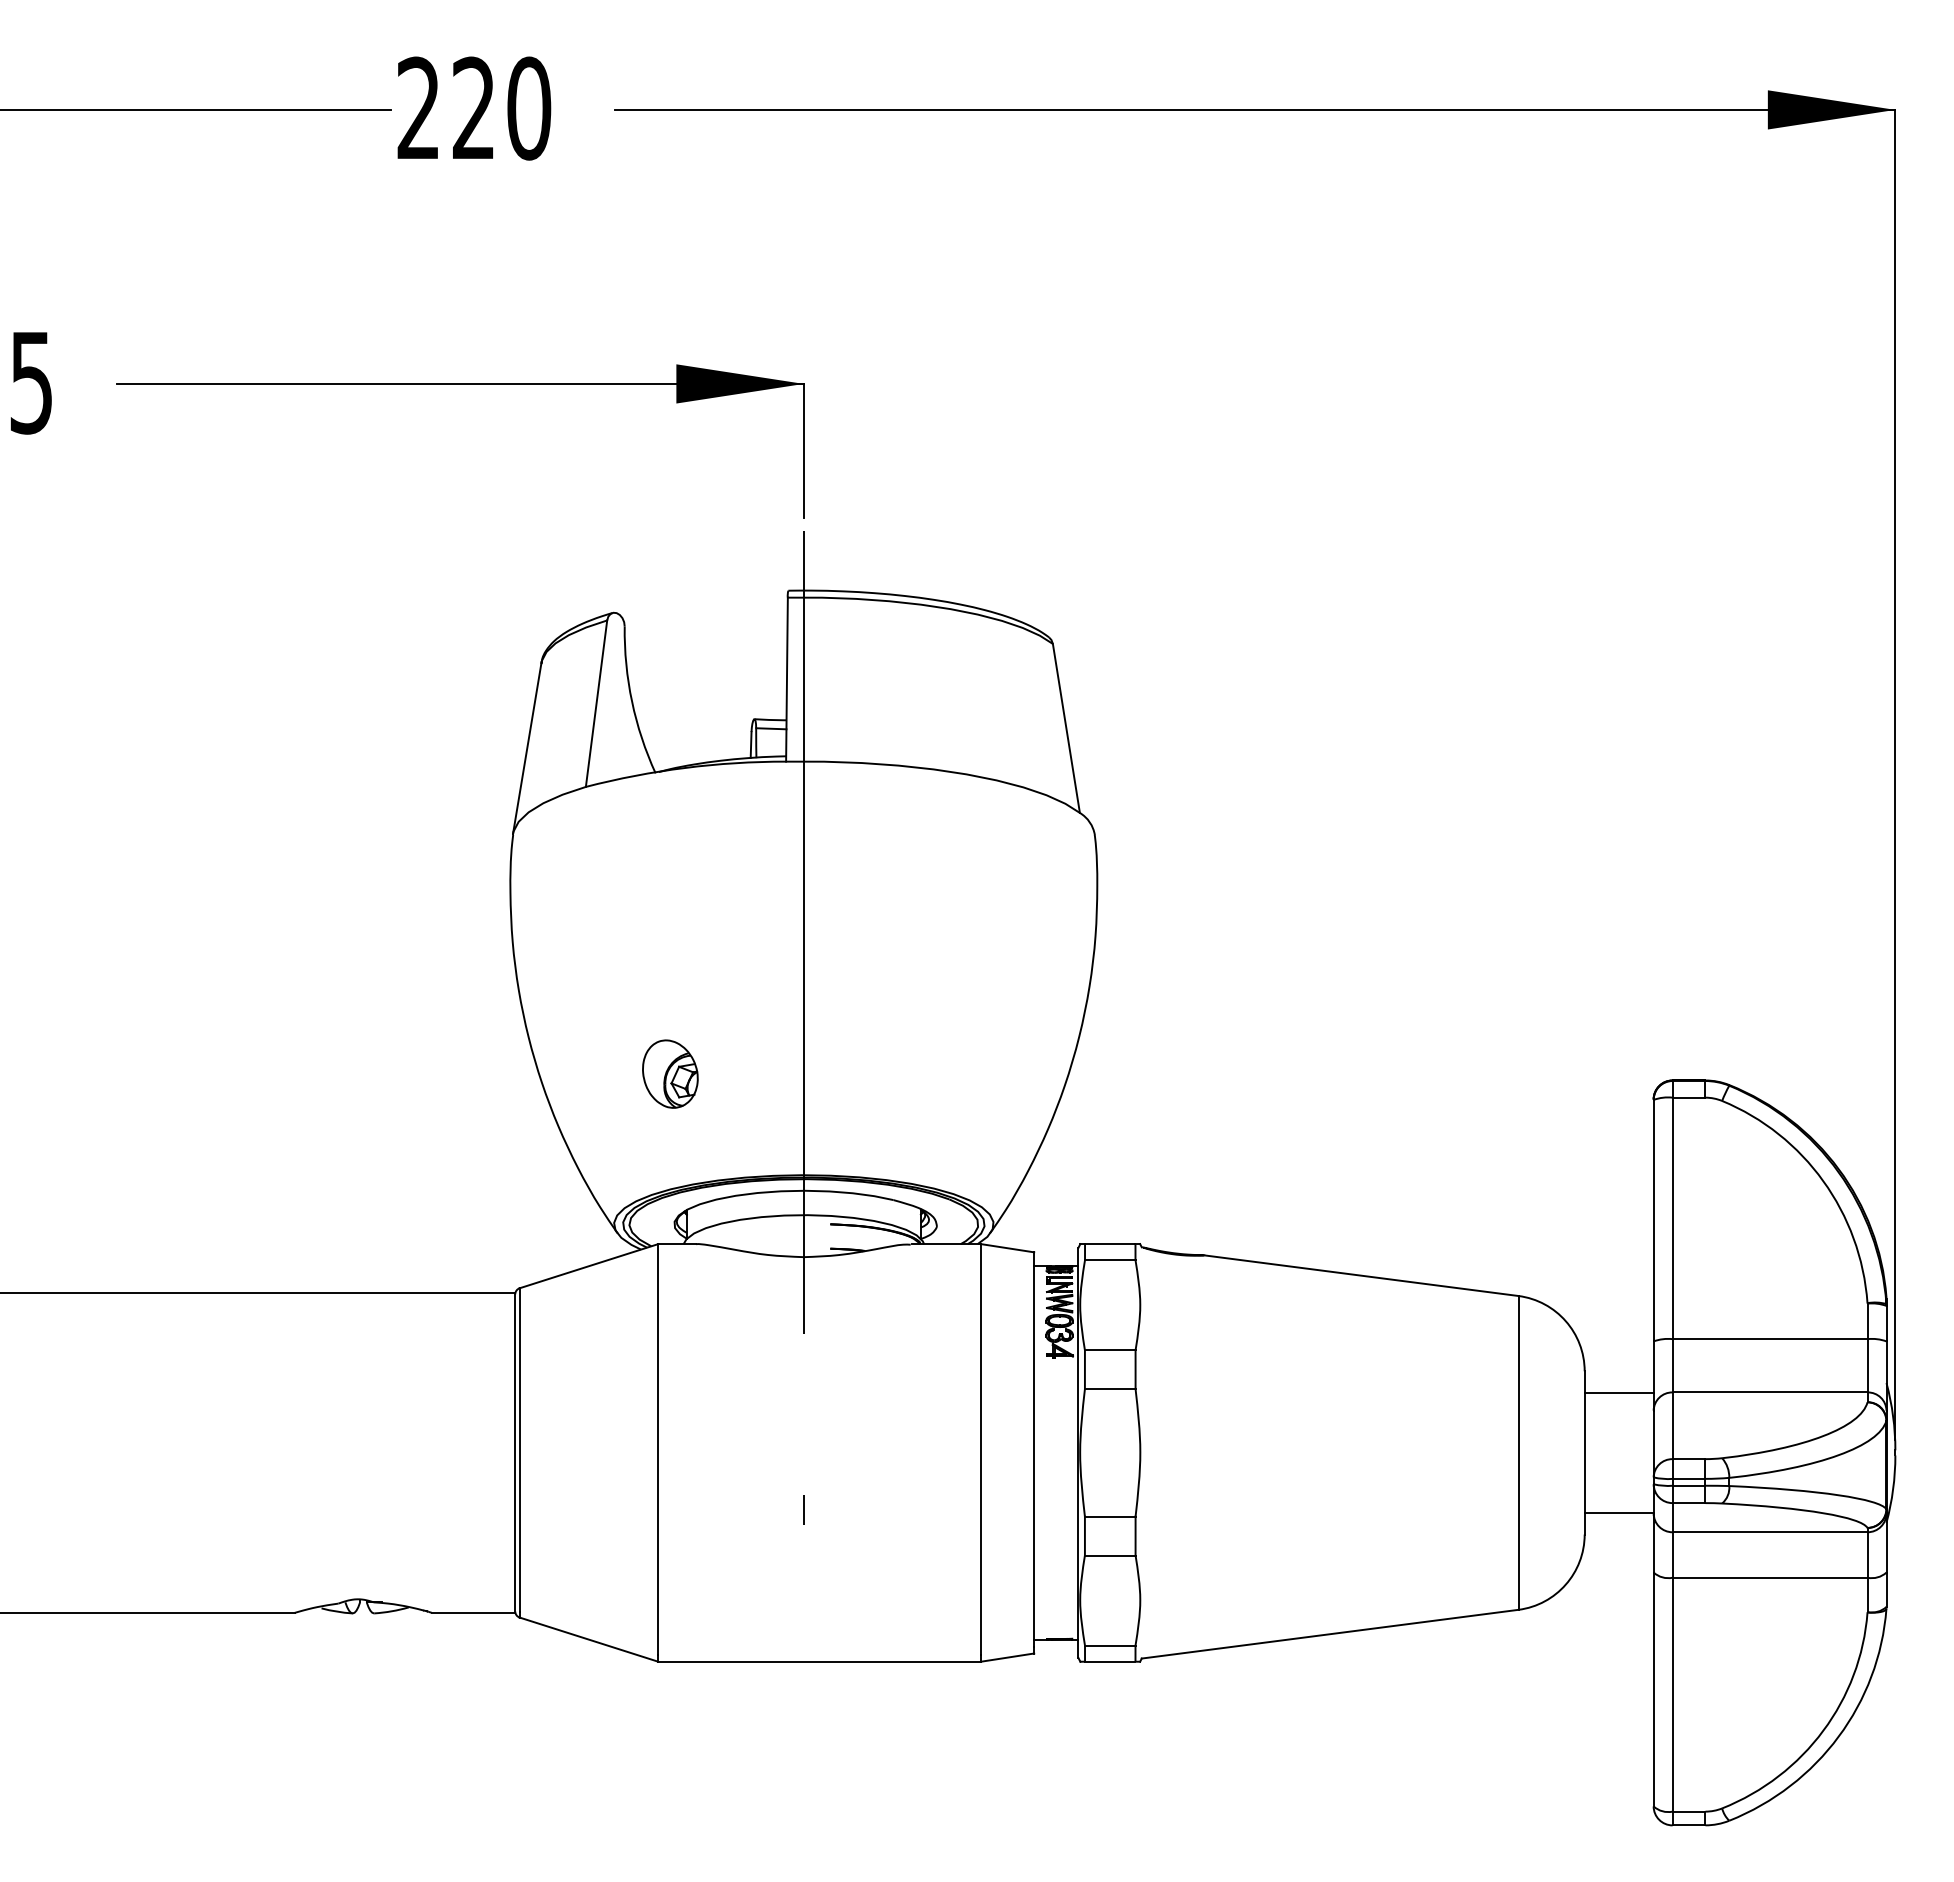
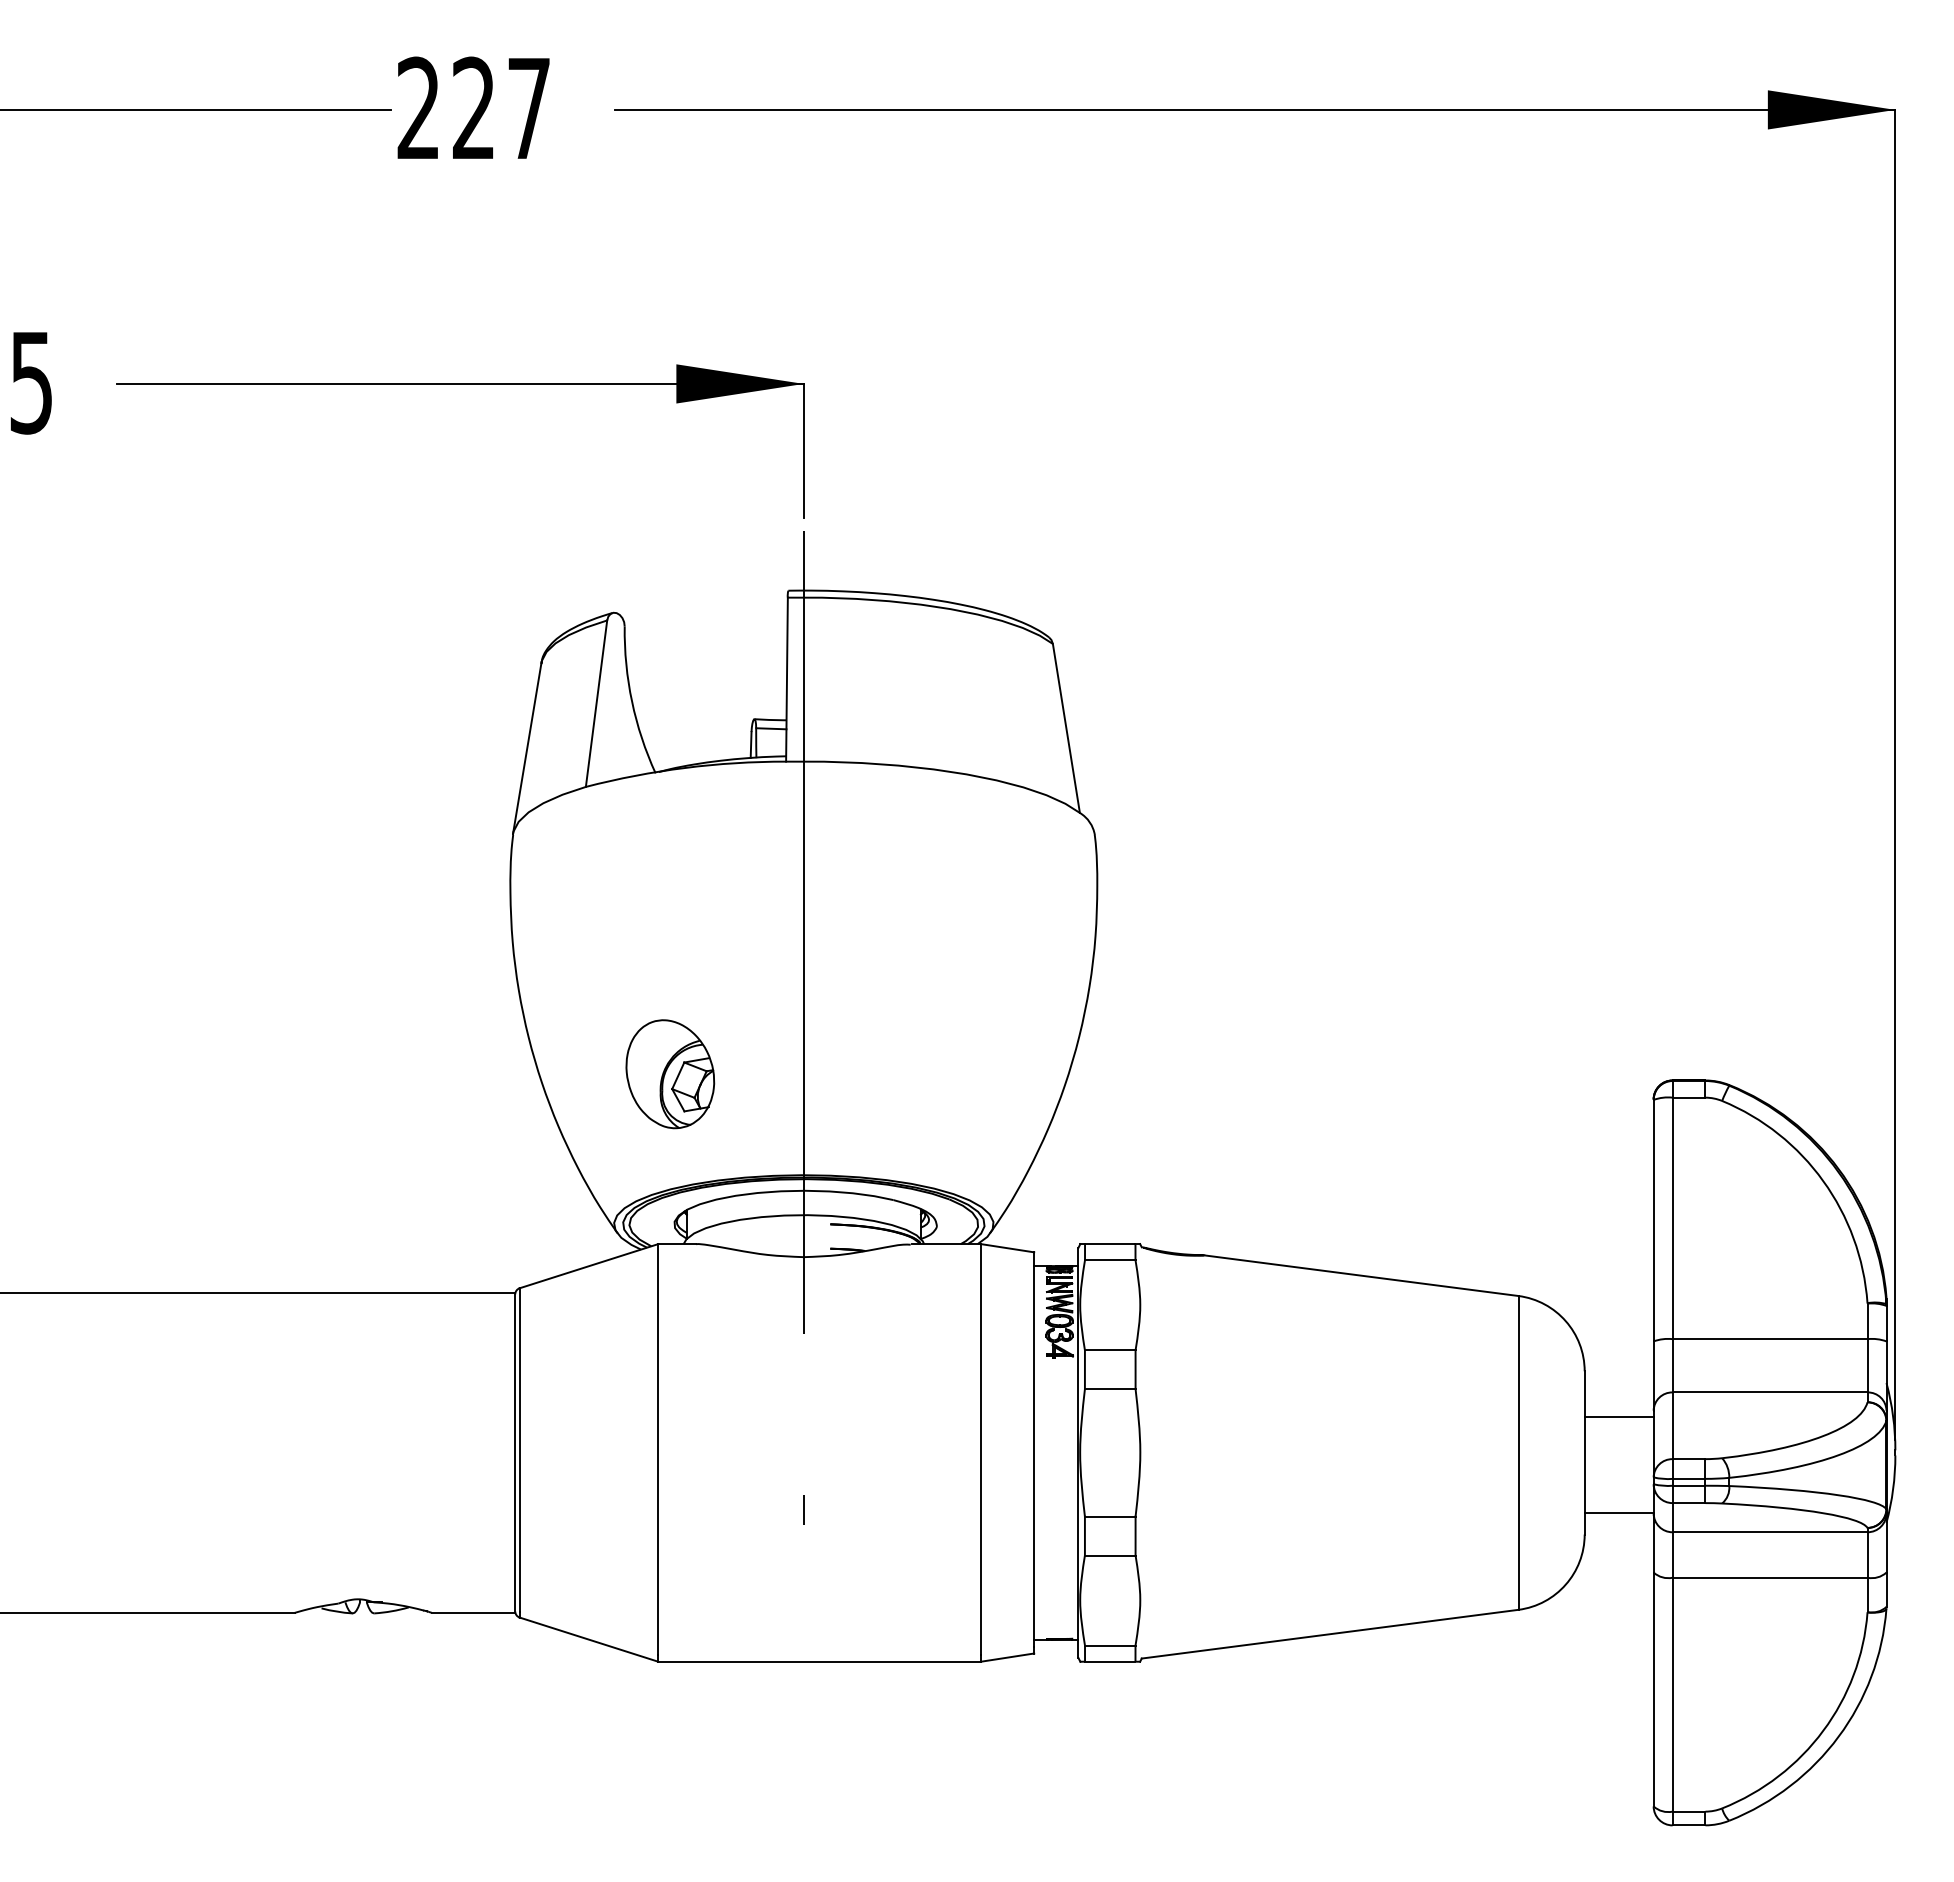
text at (529, 108): 220 -> 227
part at (670, 1073) size: 57x70 px -> 91x111 px
line at (1618, 1393) position: (1618, 1393) -> (1618, 1417)
